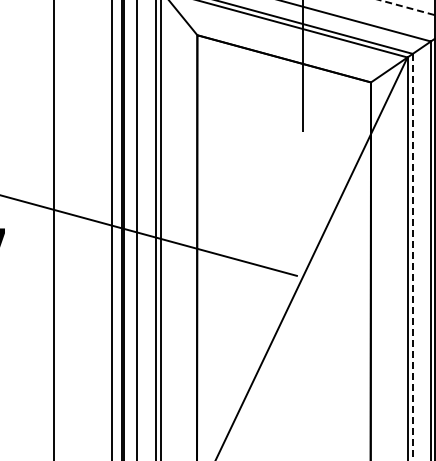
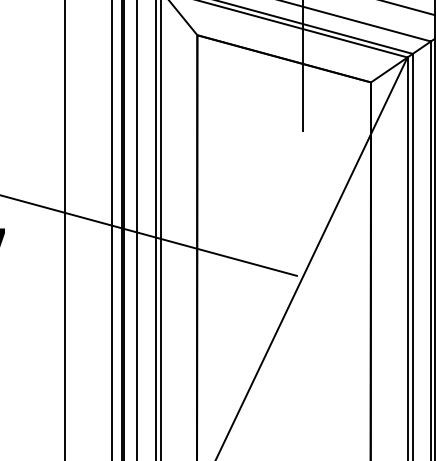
line at (406, 7): dashed -> solid
line at (54, 229) position: (54, 229) -> (65, 229)
line at (412, 257): dashed -> solid
